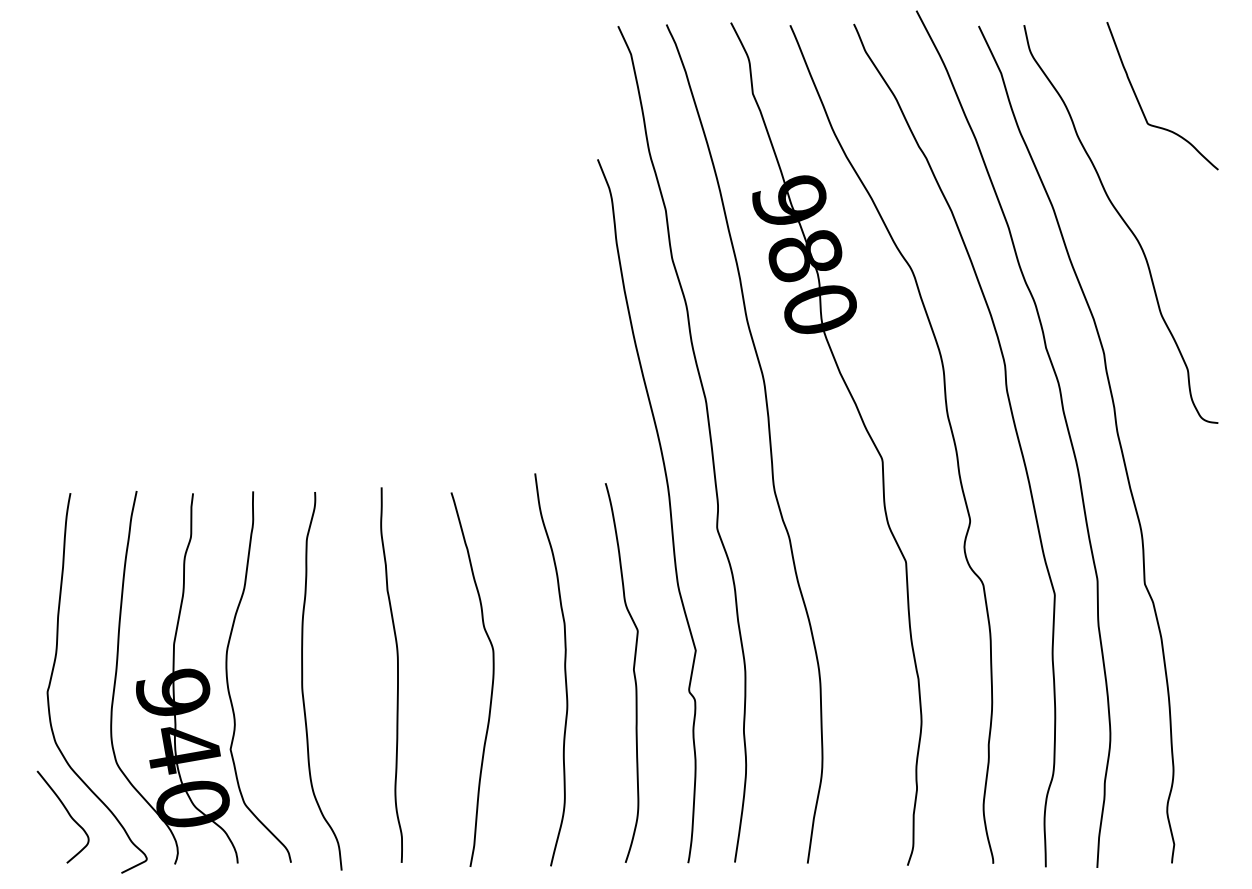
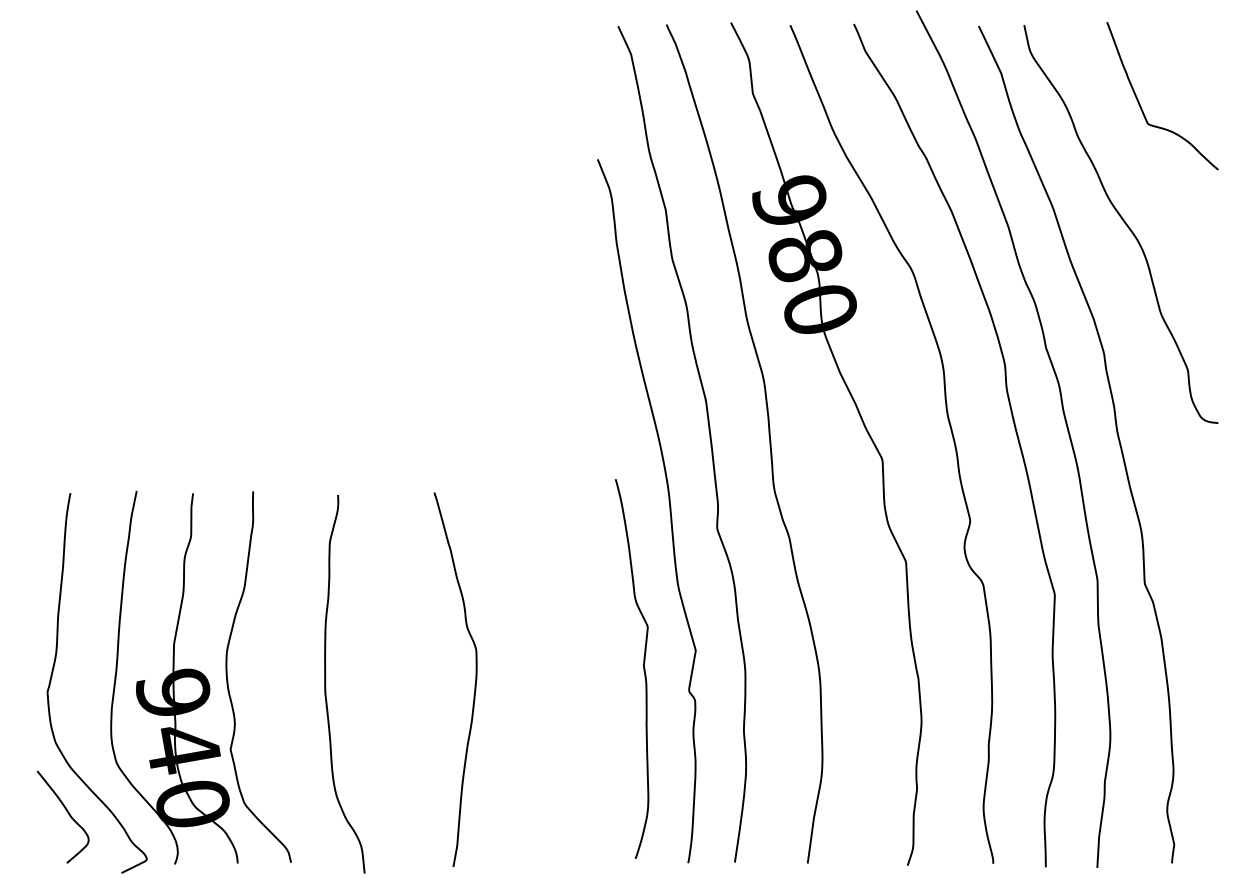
curve at (564, 669): present -> none
curve at (633, 672) position: (633, 672) -> (643, 668)
curve at (397, 674): present -> none
curve at (303, 681) position: (303, 681) -> (326, 684)
curve at (491, 684) position: (491, 684) -> (474, 684)
